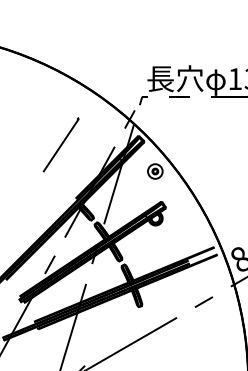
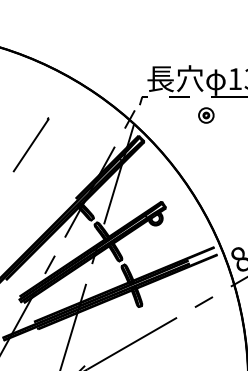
line at (60, 144) position: (60, 144) -> (30, 144)
part at (155, 171) position: (155, 171) -> (206, 115)
